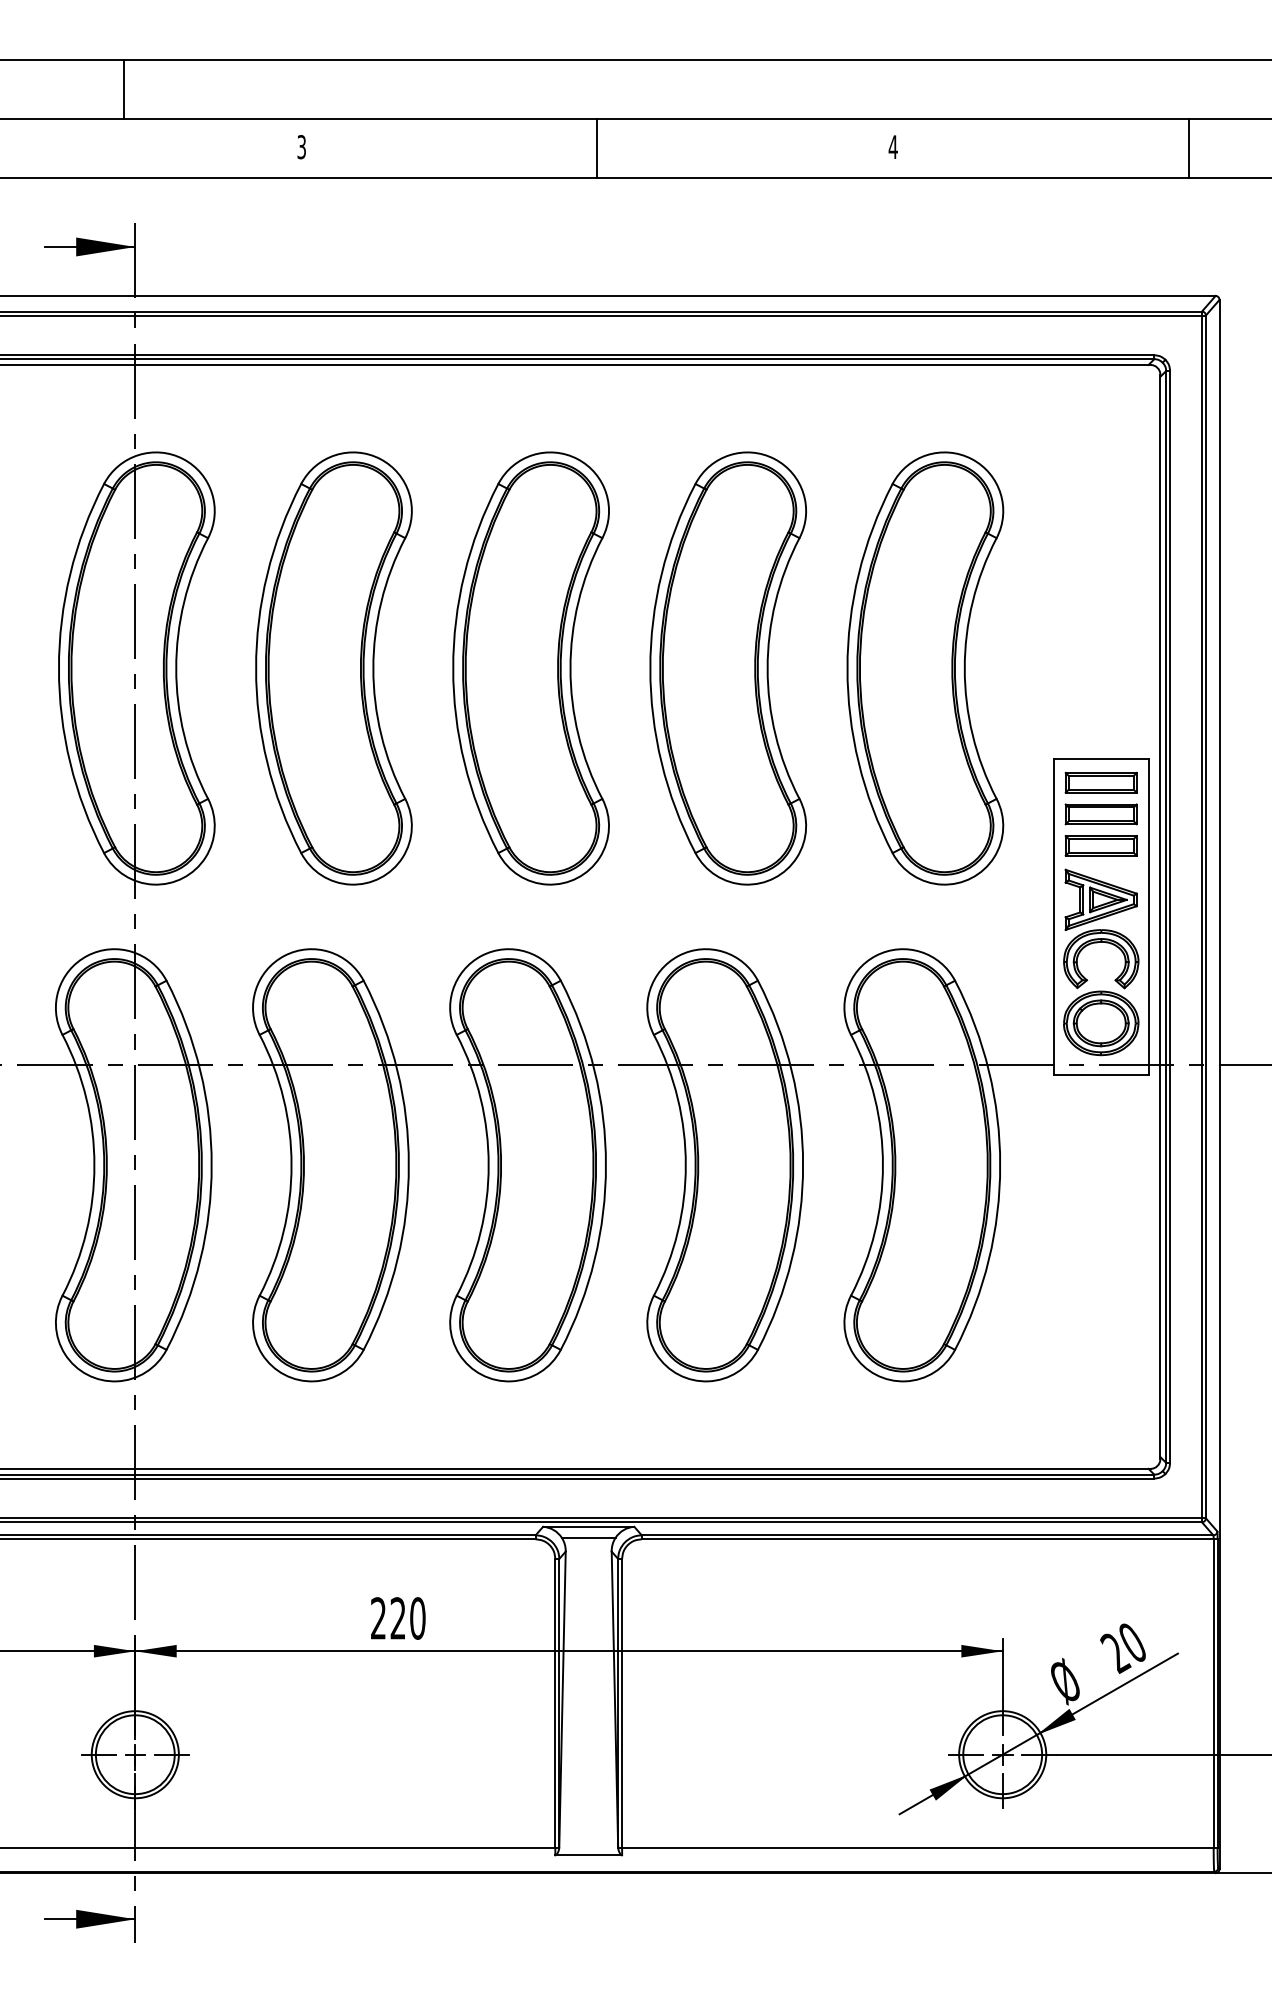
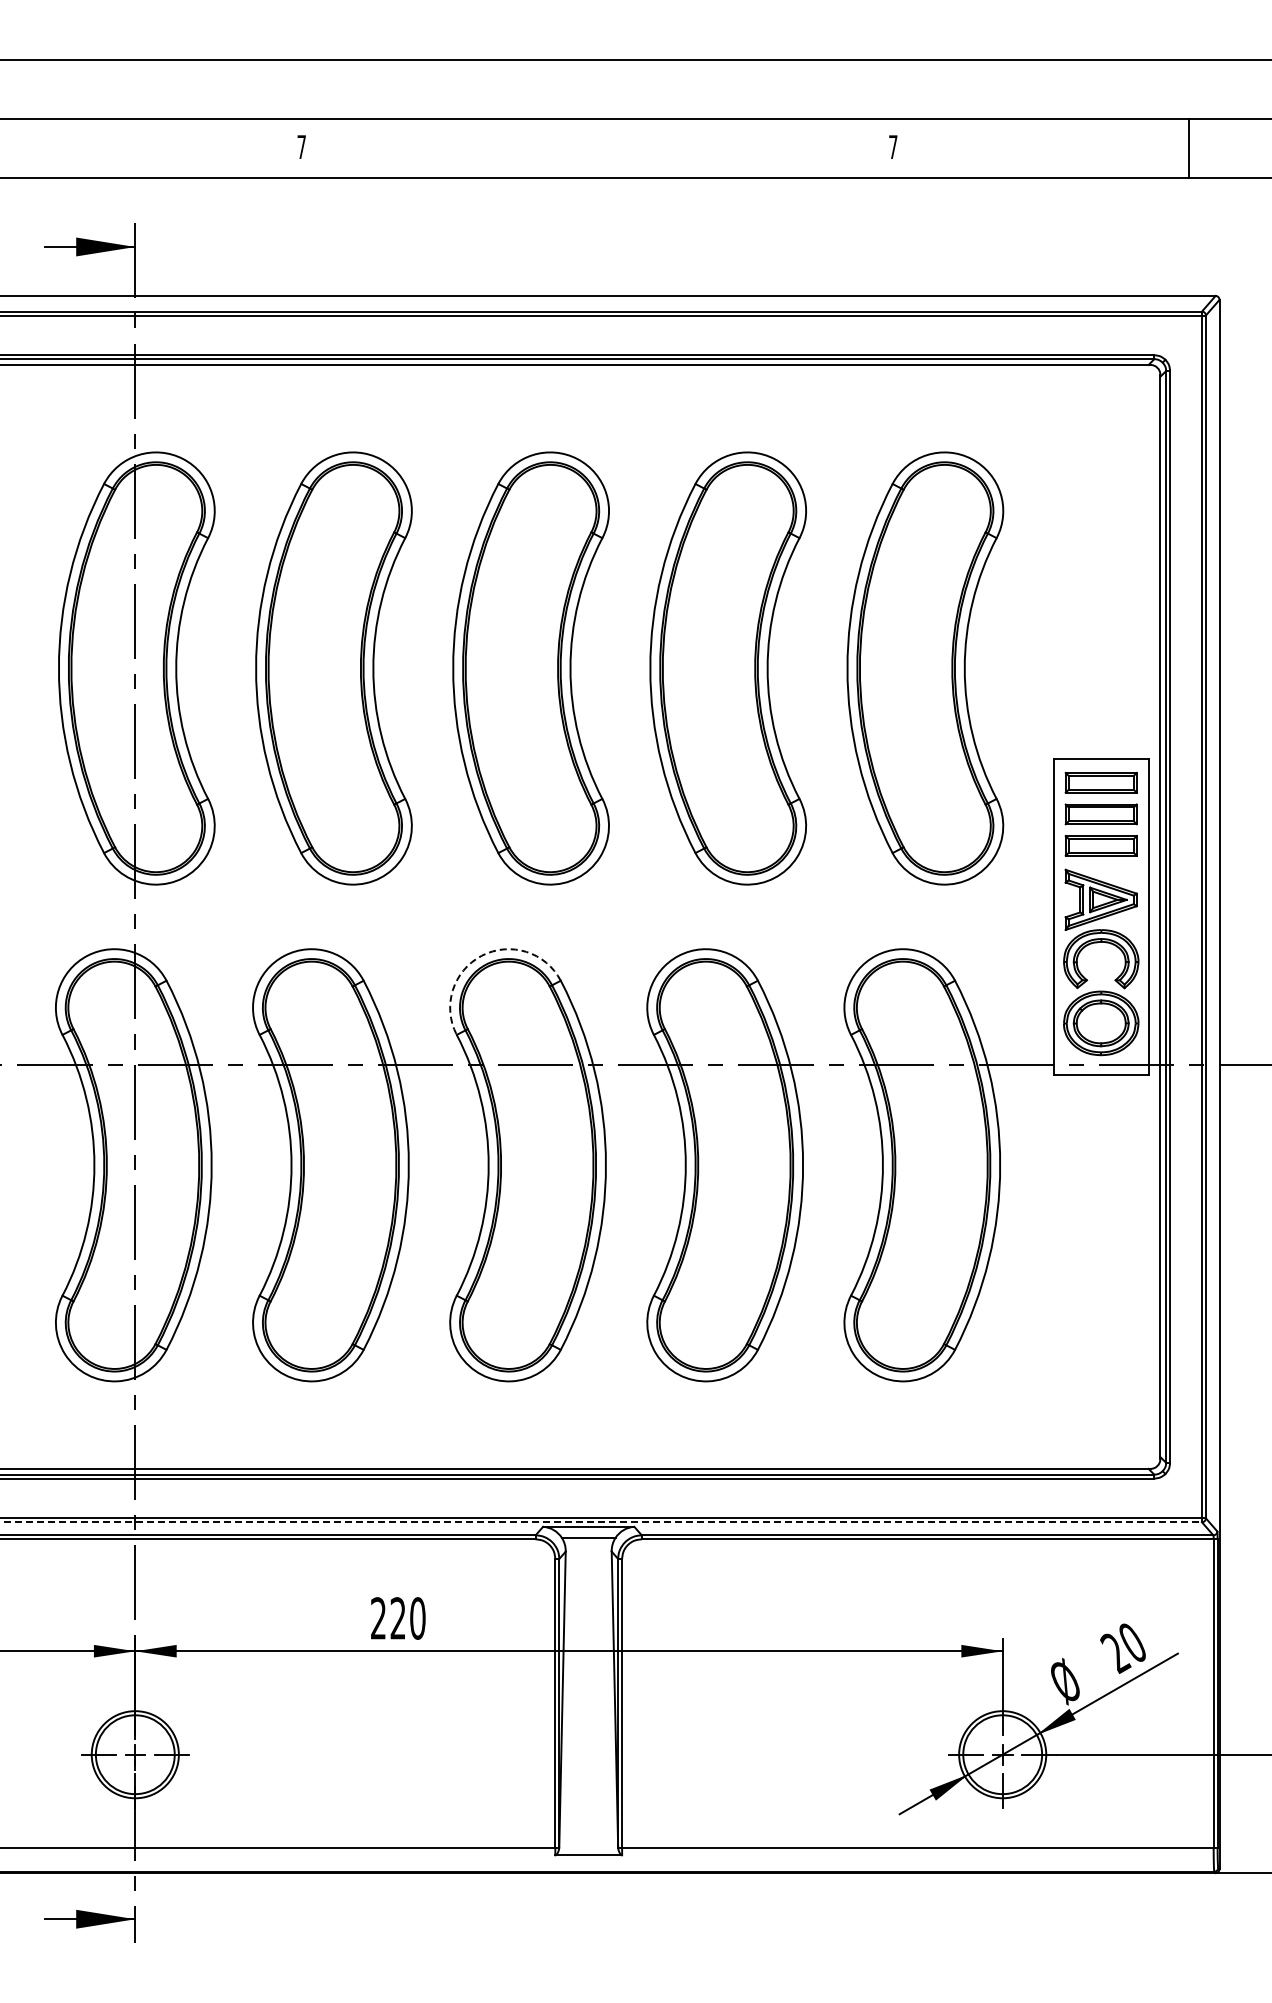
line at (124, 89): present -> none
text at (892, 146): 4 -> 7
text at (301, 147): 3 -> 7
line at (597, 148): present -> none
arc at (481, 955): solid -> dashed
line at (601, 1522): solid -> dashed
